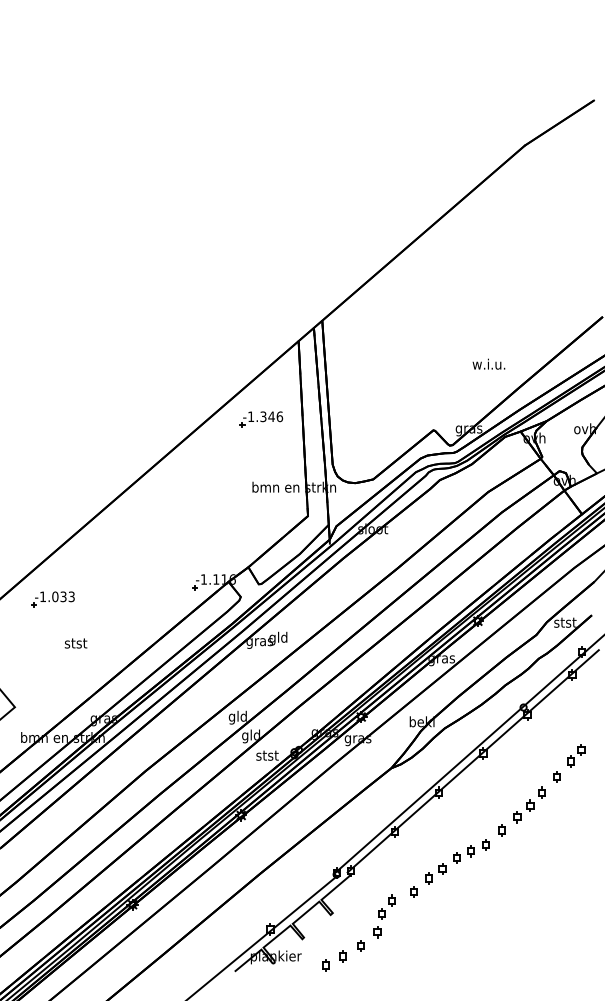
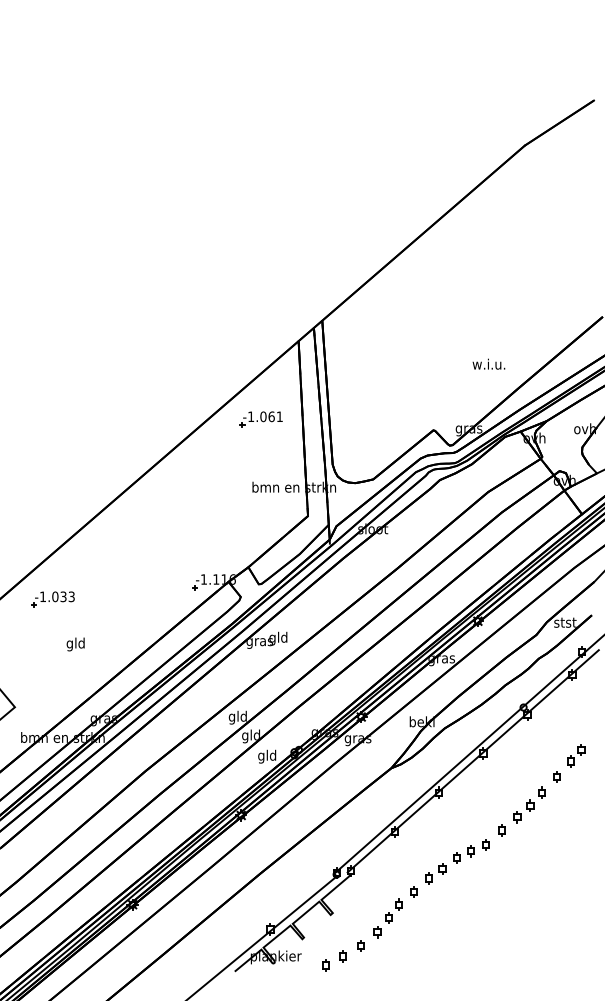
text at (271, 416): -1.346 -> -1.061
text at (75, 644): stst -> gld
text at (267, 756): stst -> gld
part at (386, 906) position: (386, 906) -> (393, 910)
